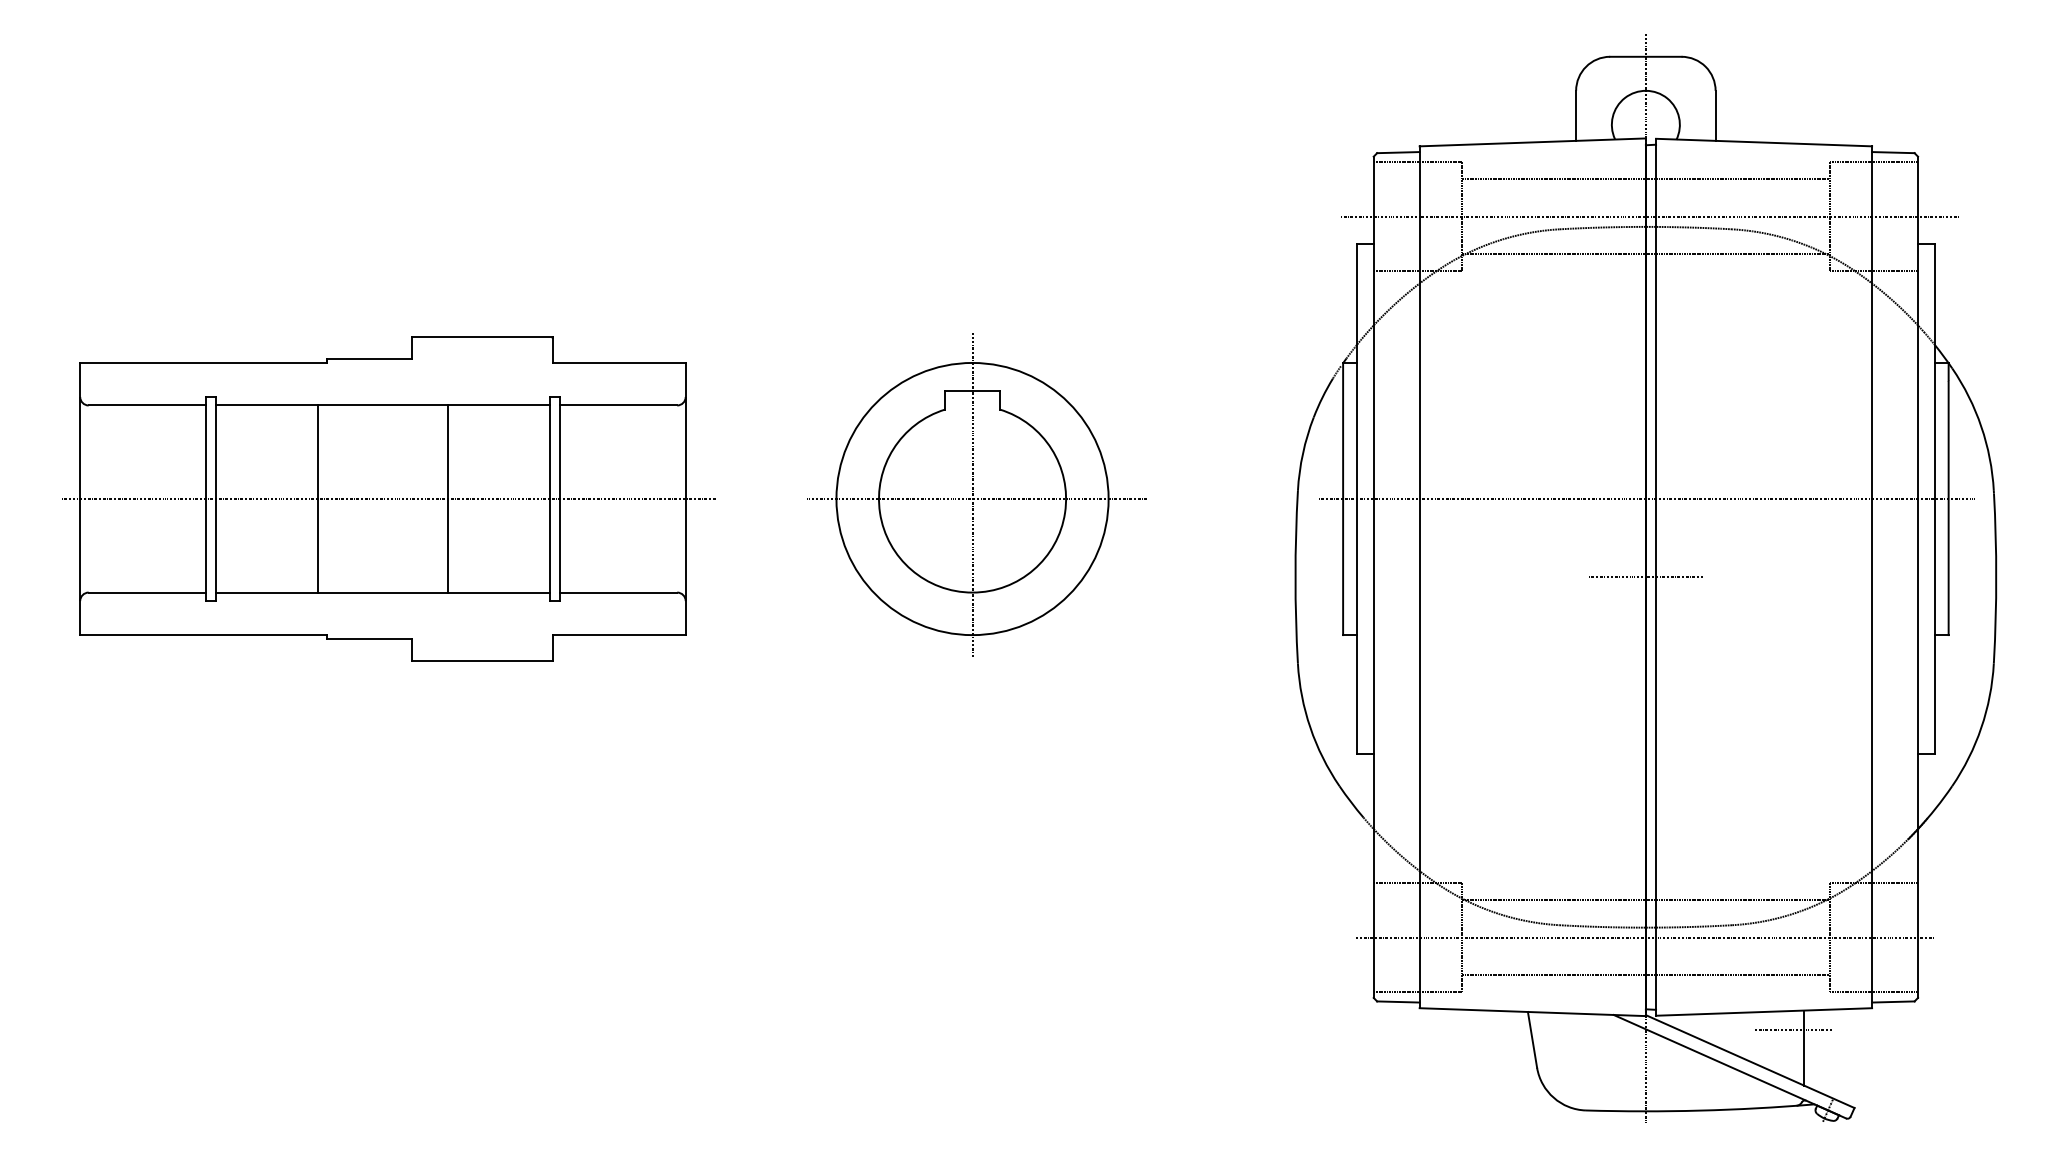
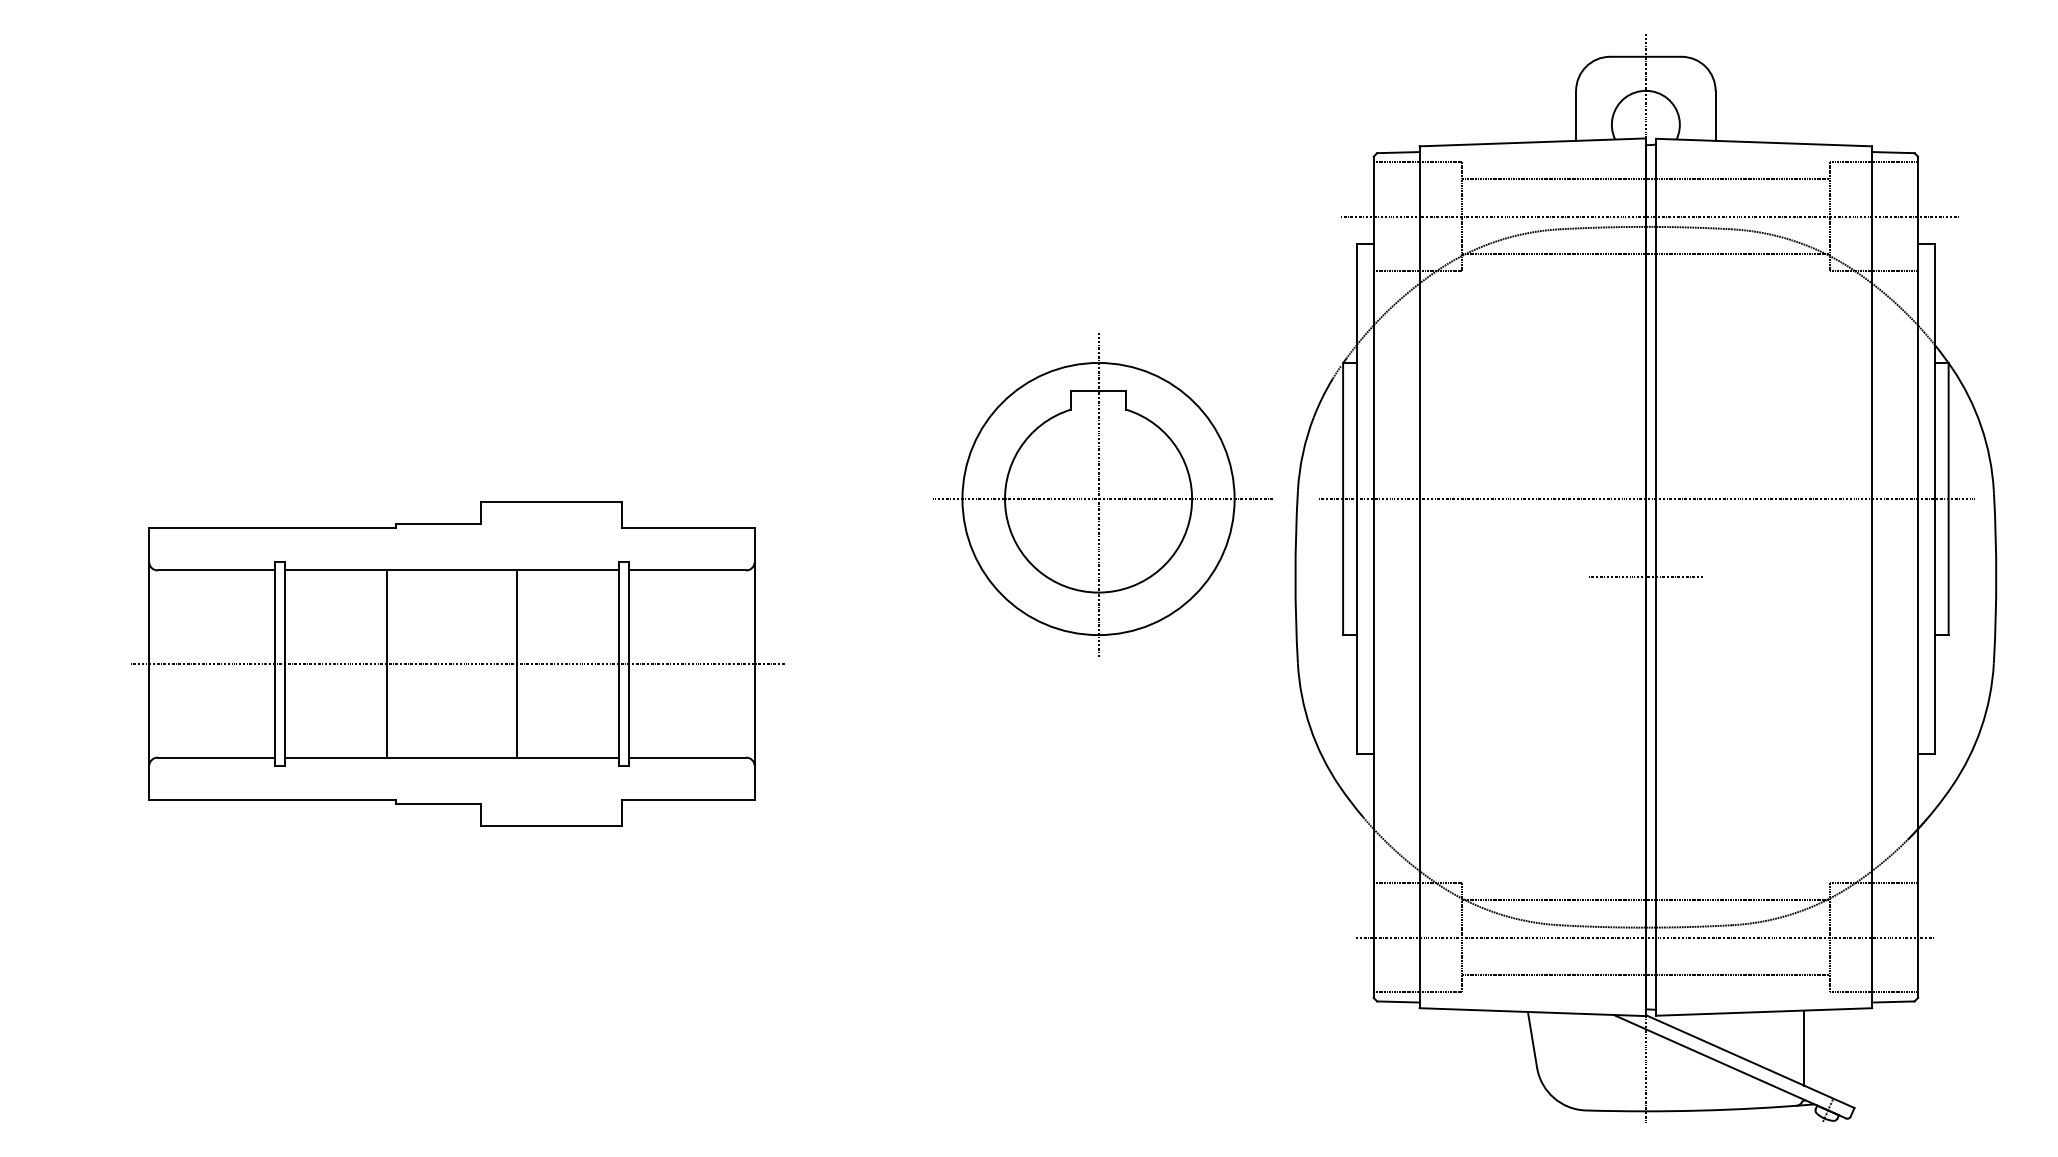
part at (976, 494) position: (976, 494) -> (1102, 494)
part at (388, 498) position: (388, 498) -> (457, 663)
line at (1793, 1029): present -> none
